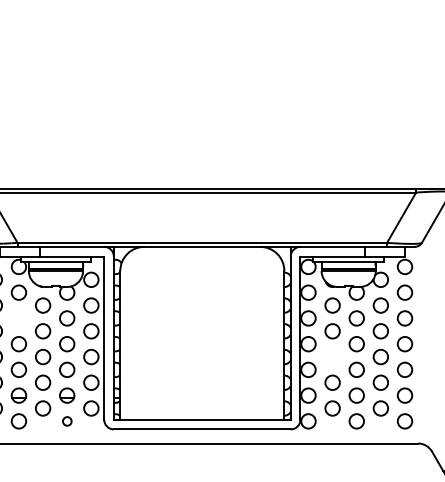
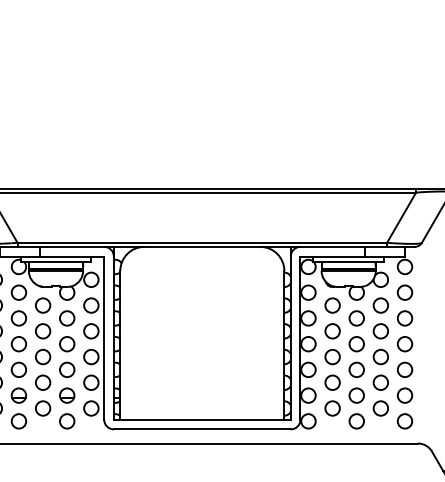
circle at (18, 318): none -> present
circle at (332, 356): none -> present
circle at (67, 421) size: 11x11 px -> 17x17 px
